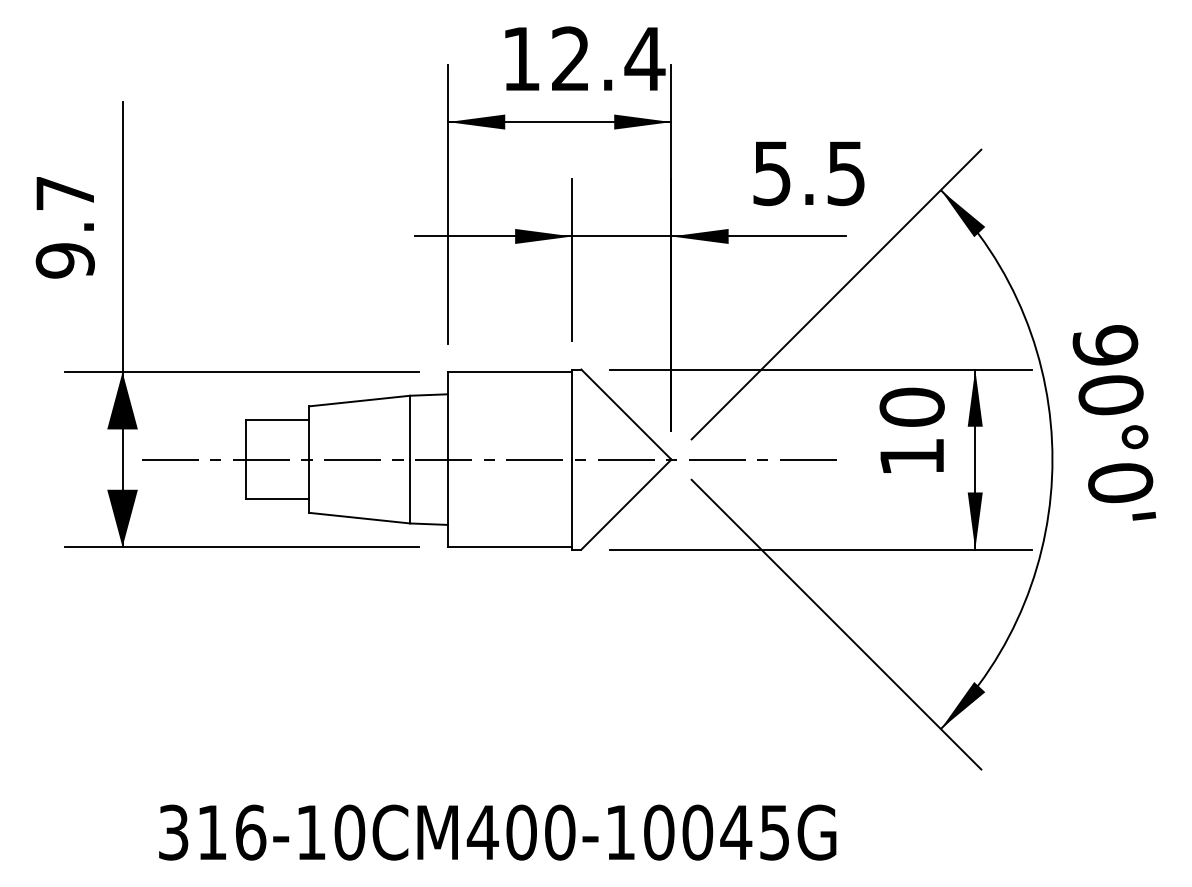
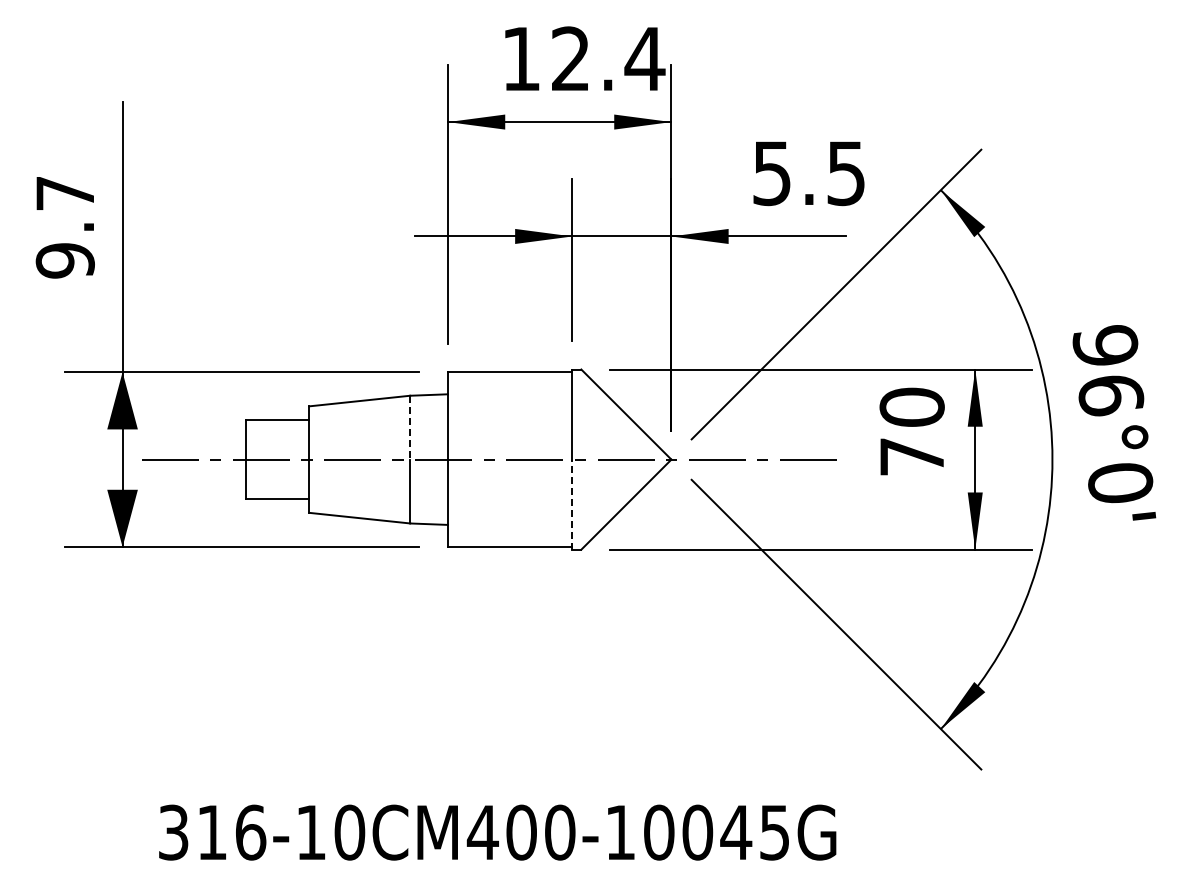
text at (1111, 395): 90°0' -> 96°0'
line at (410, 427): solid -> dashed
text at (911, 456): 10 -> 70
line at (572, 504): solid -> dashed
